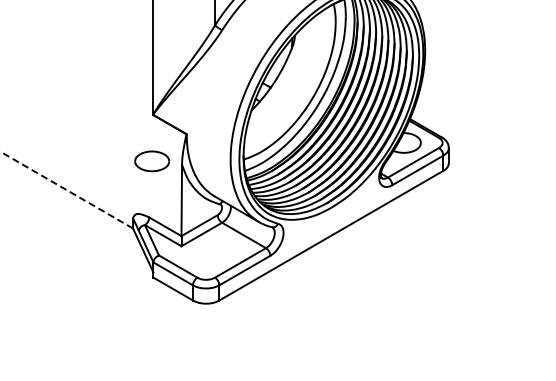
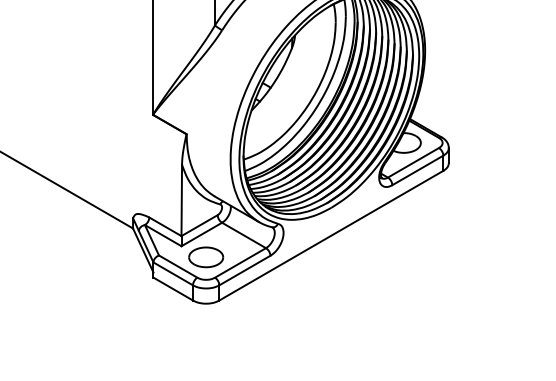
part at (152, 161) position: (152, 161) -> (206, 257)
line at (66, 189): dashed -> solid
